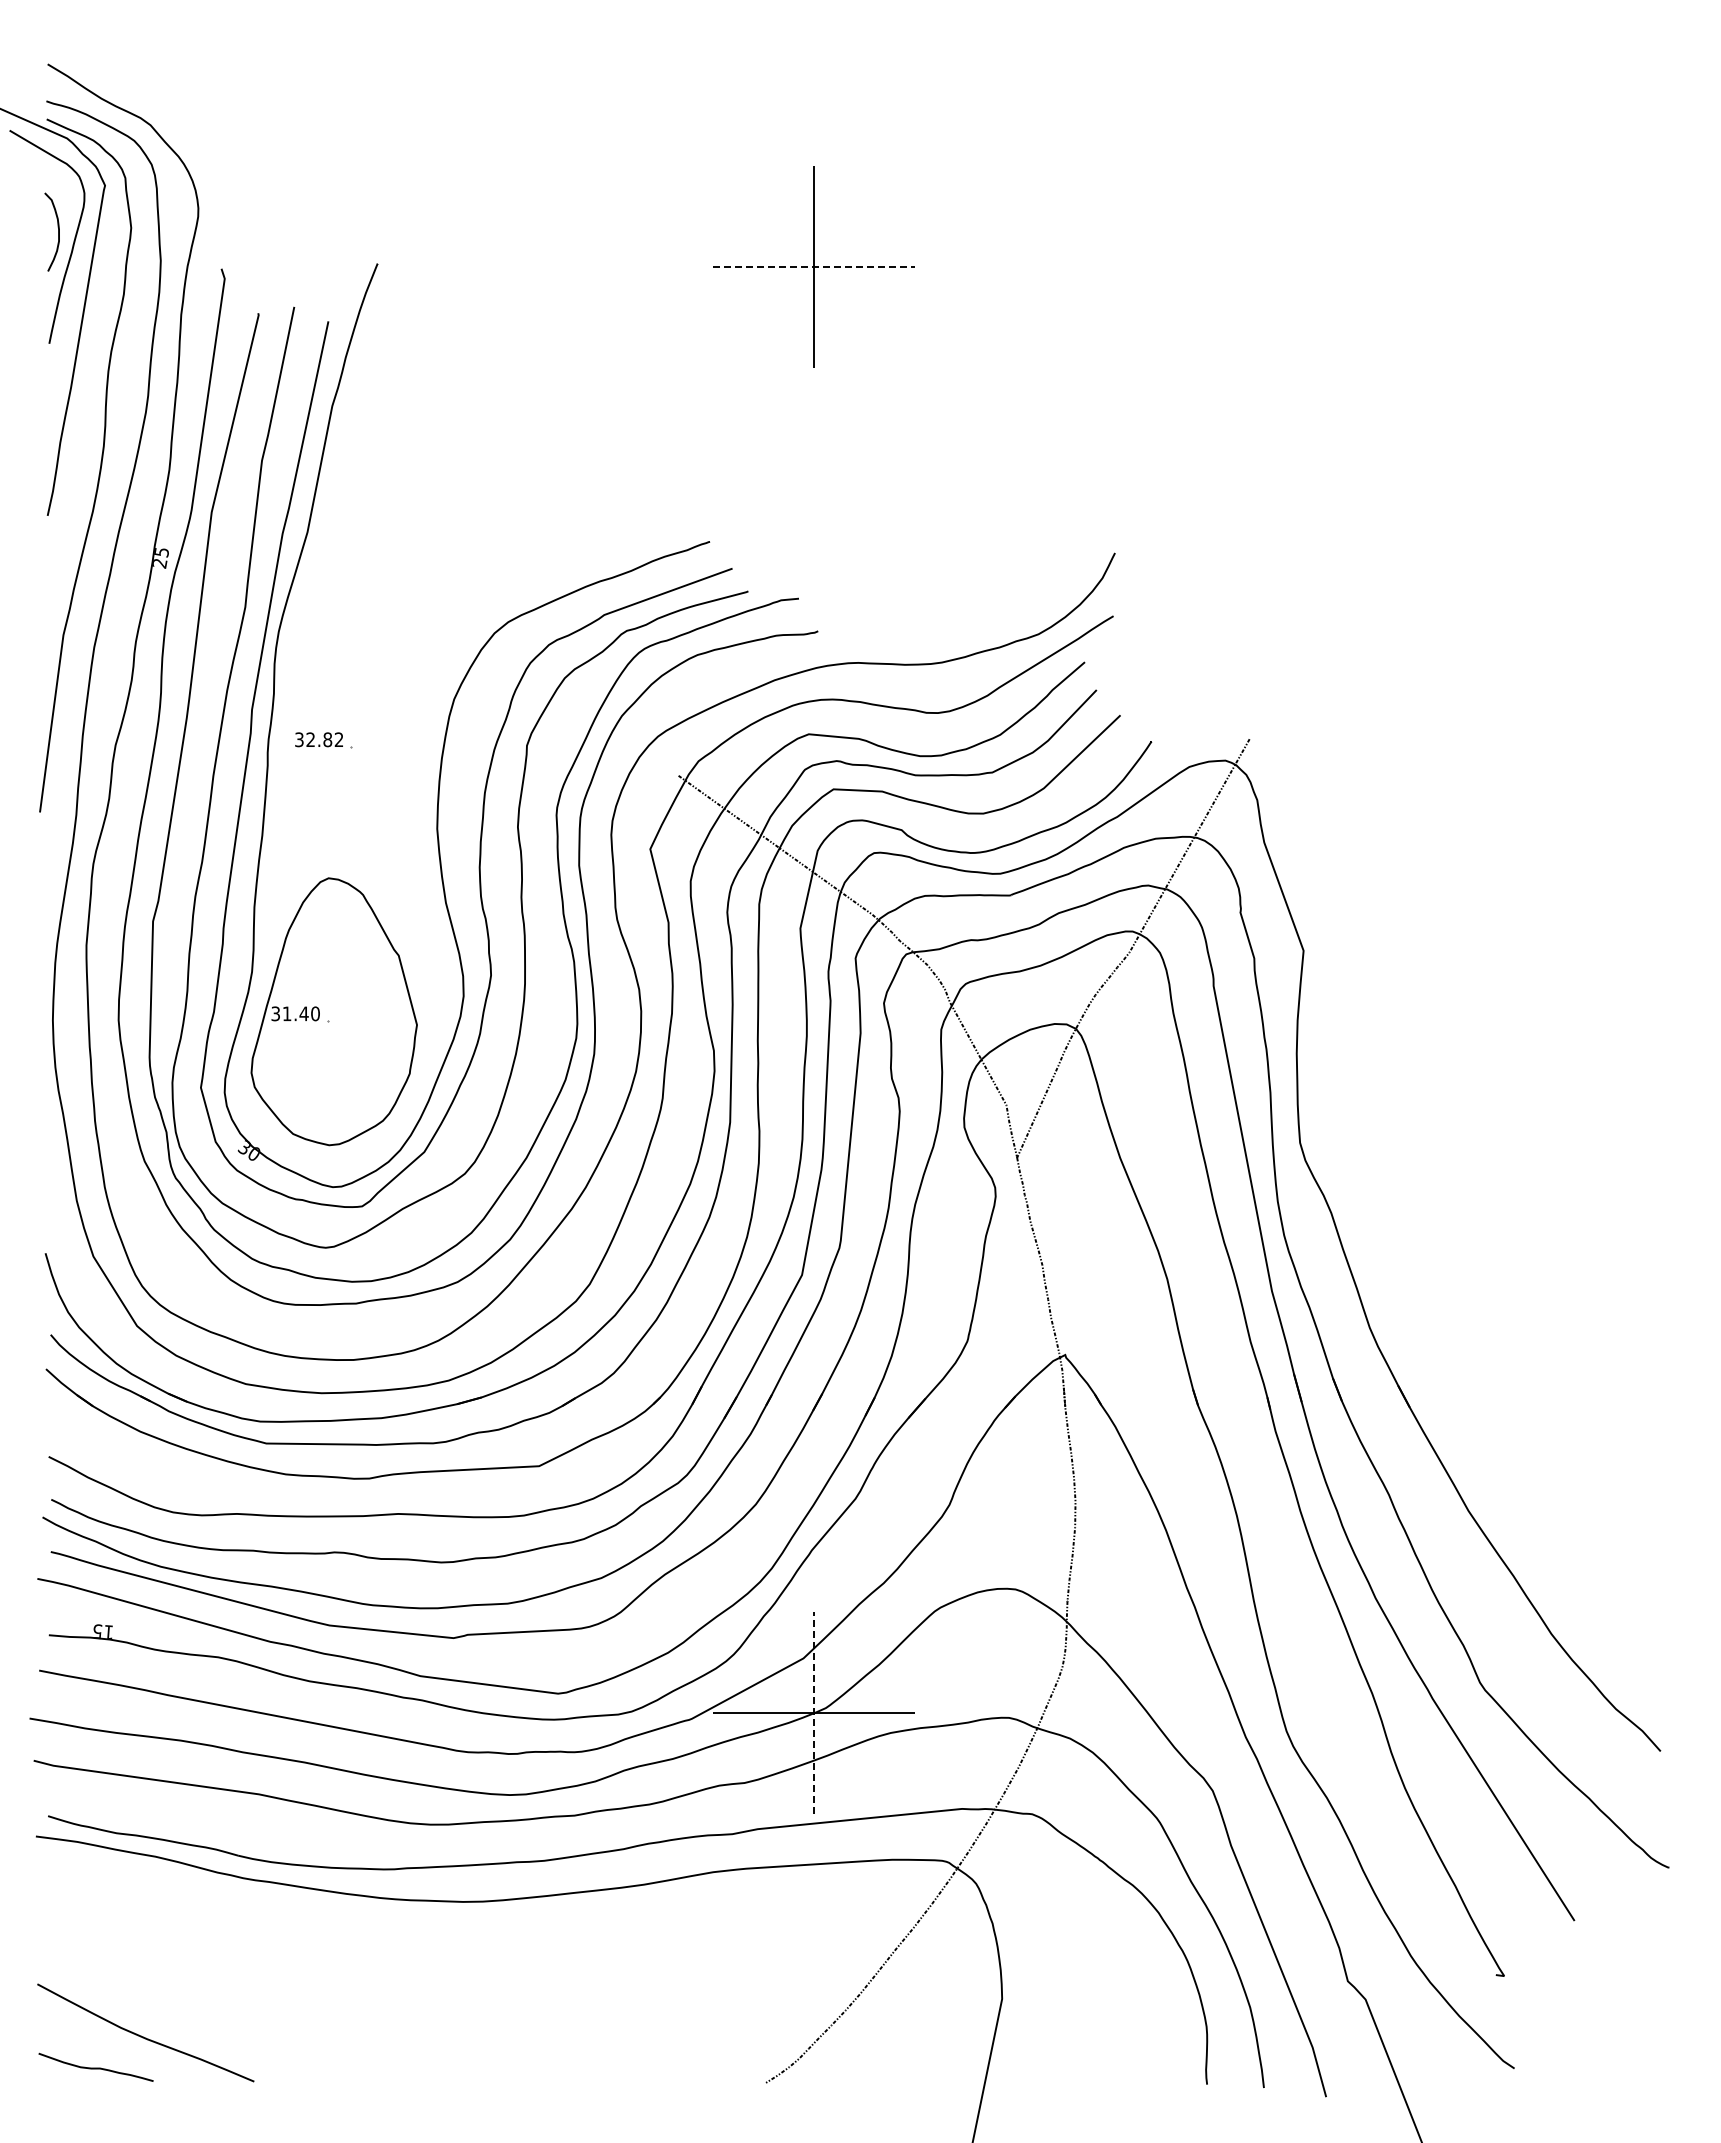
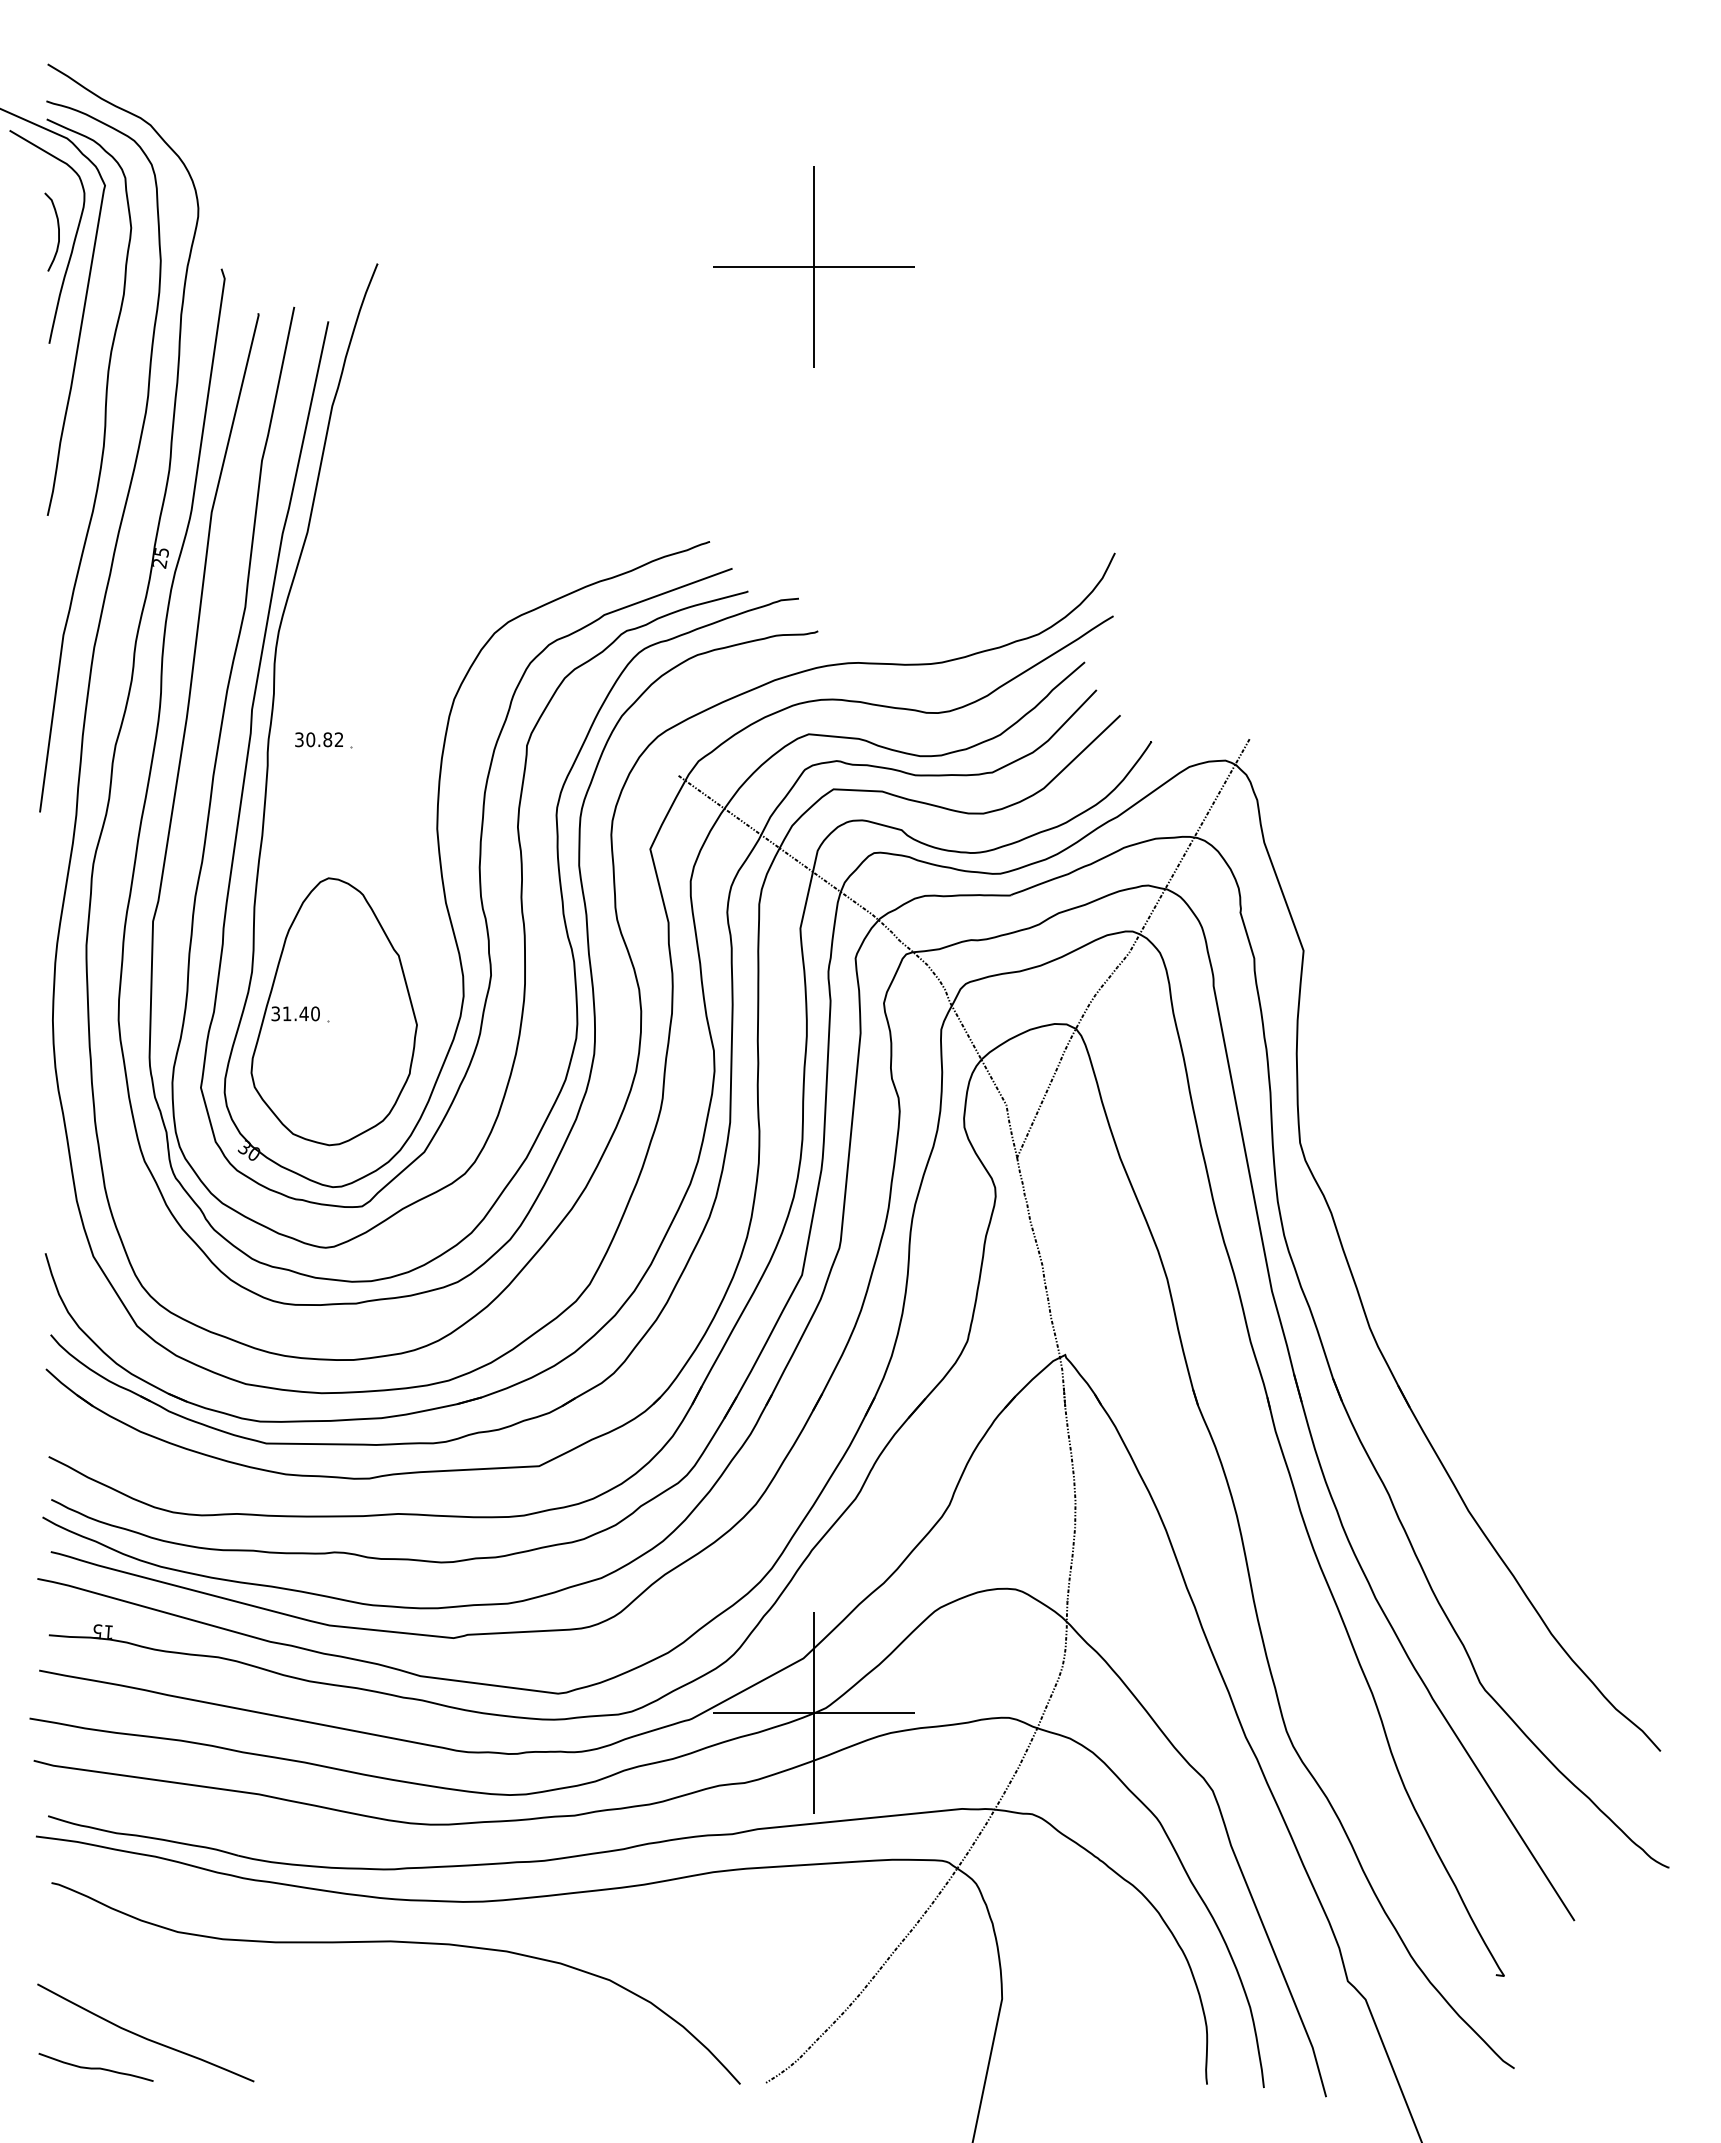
line at (813, 267): dashed -> solid
text at (310, 739): 32.82 -> 30.82
line at (813, 1713): dashed -> solid
curve at (395, 1942): none -> present
